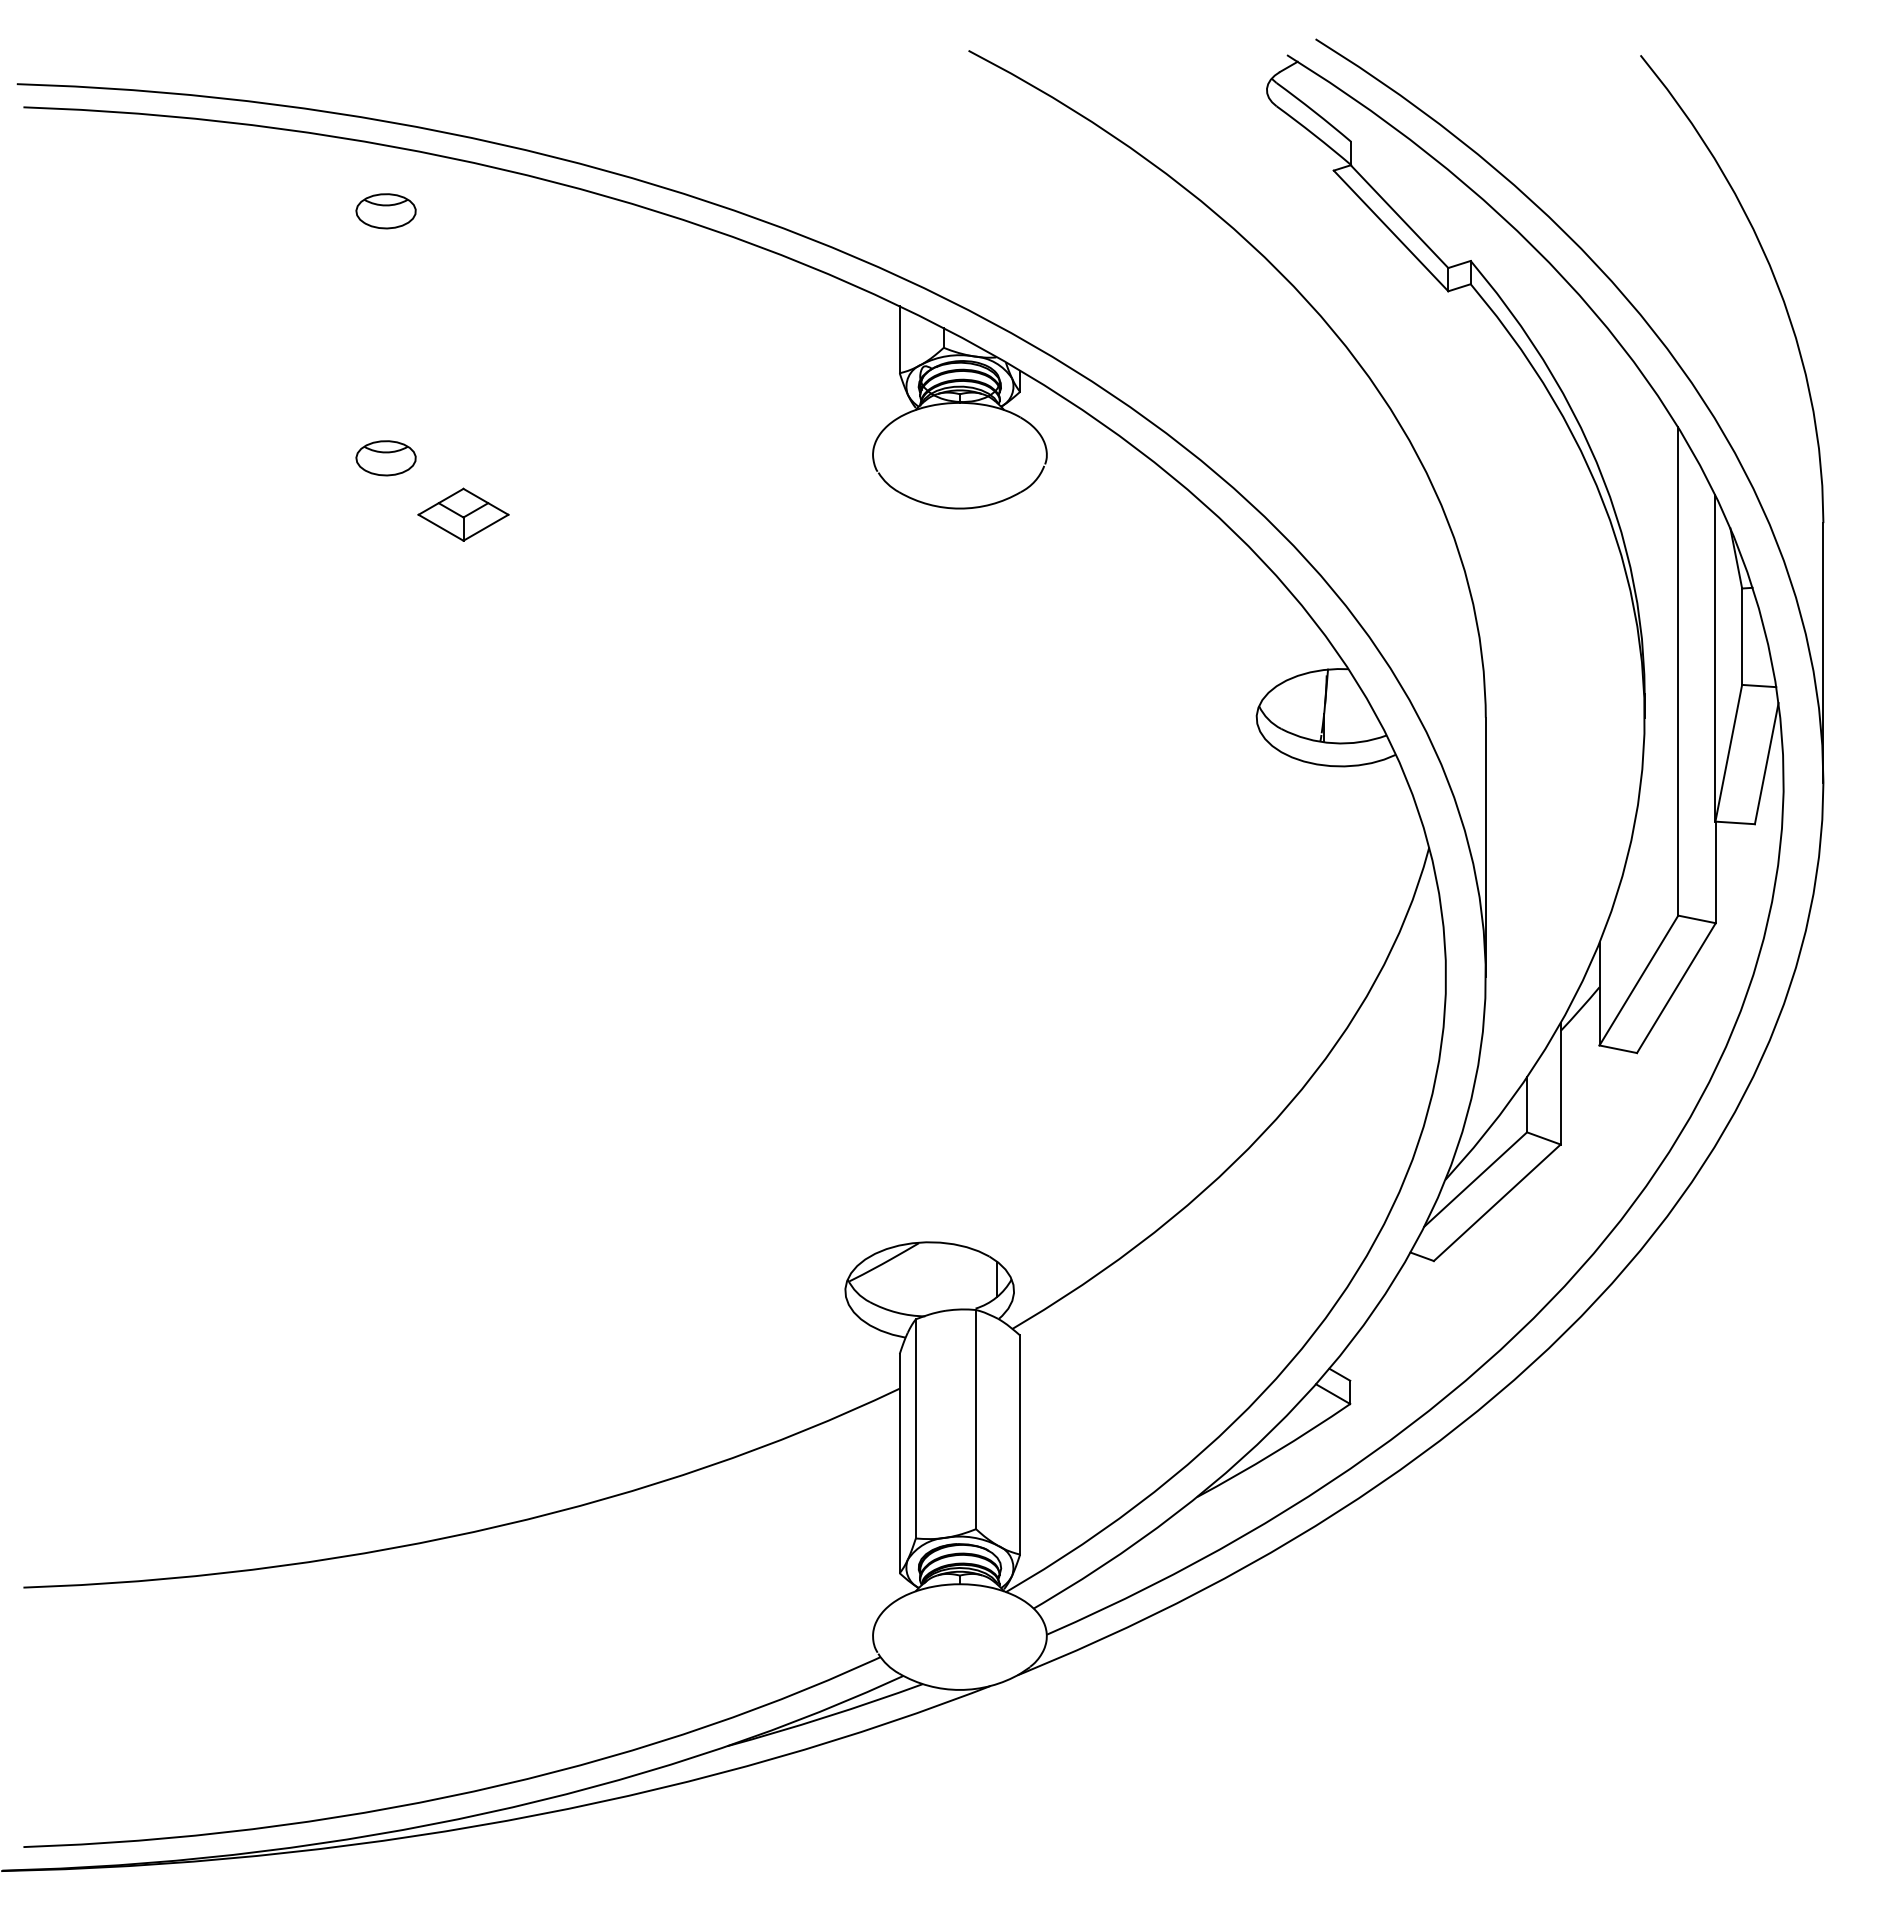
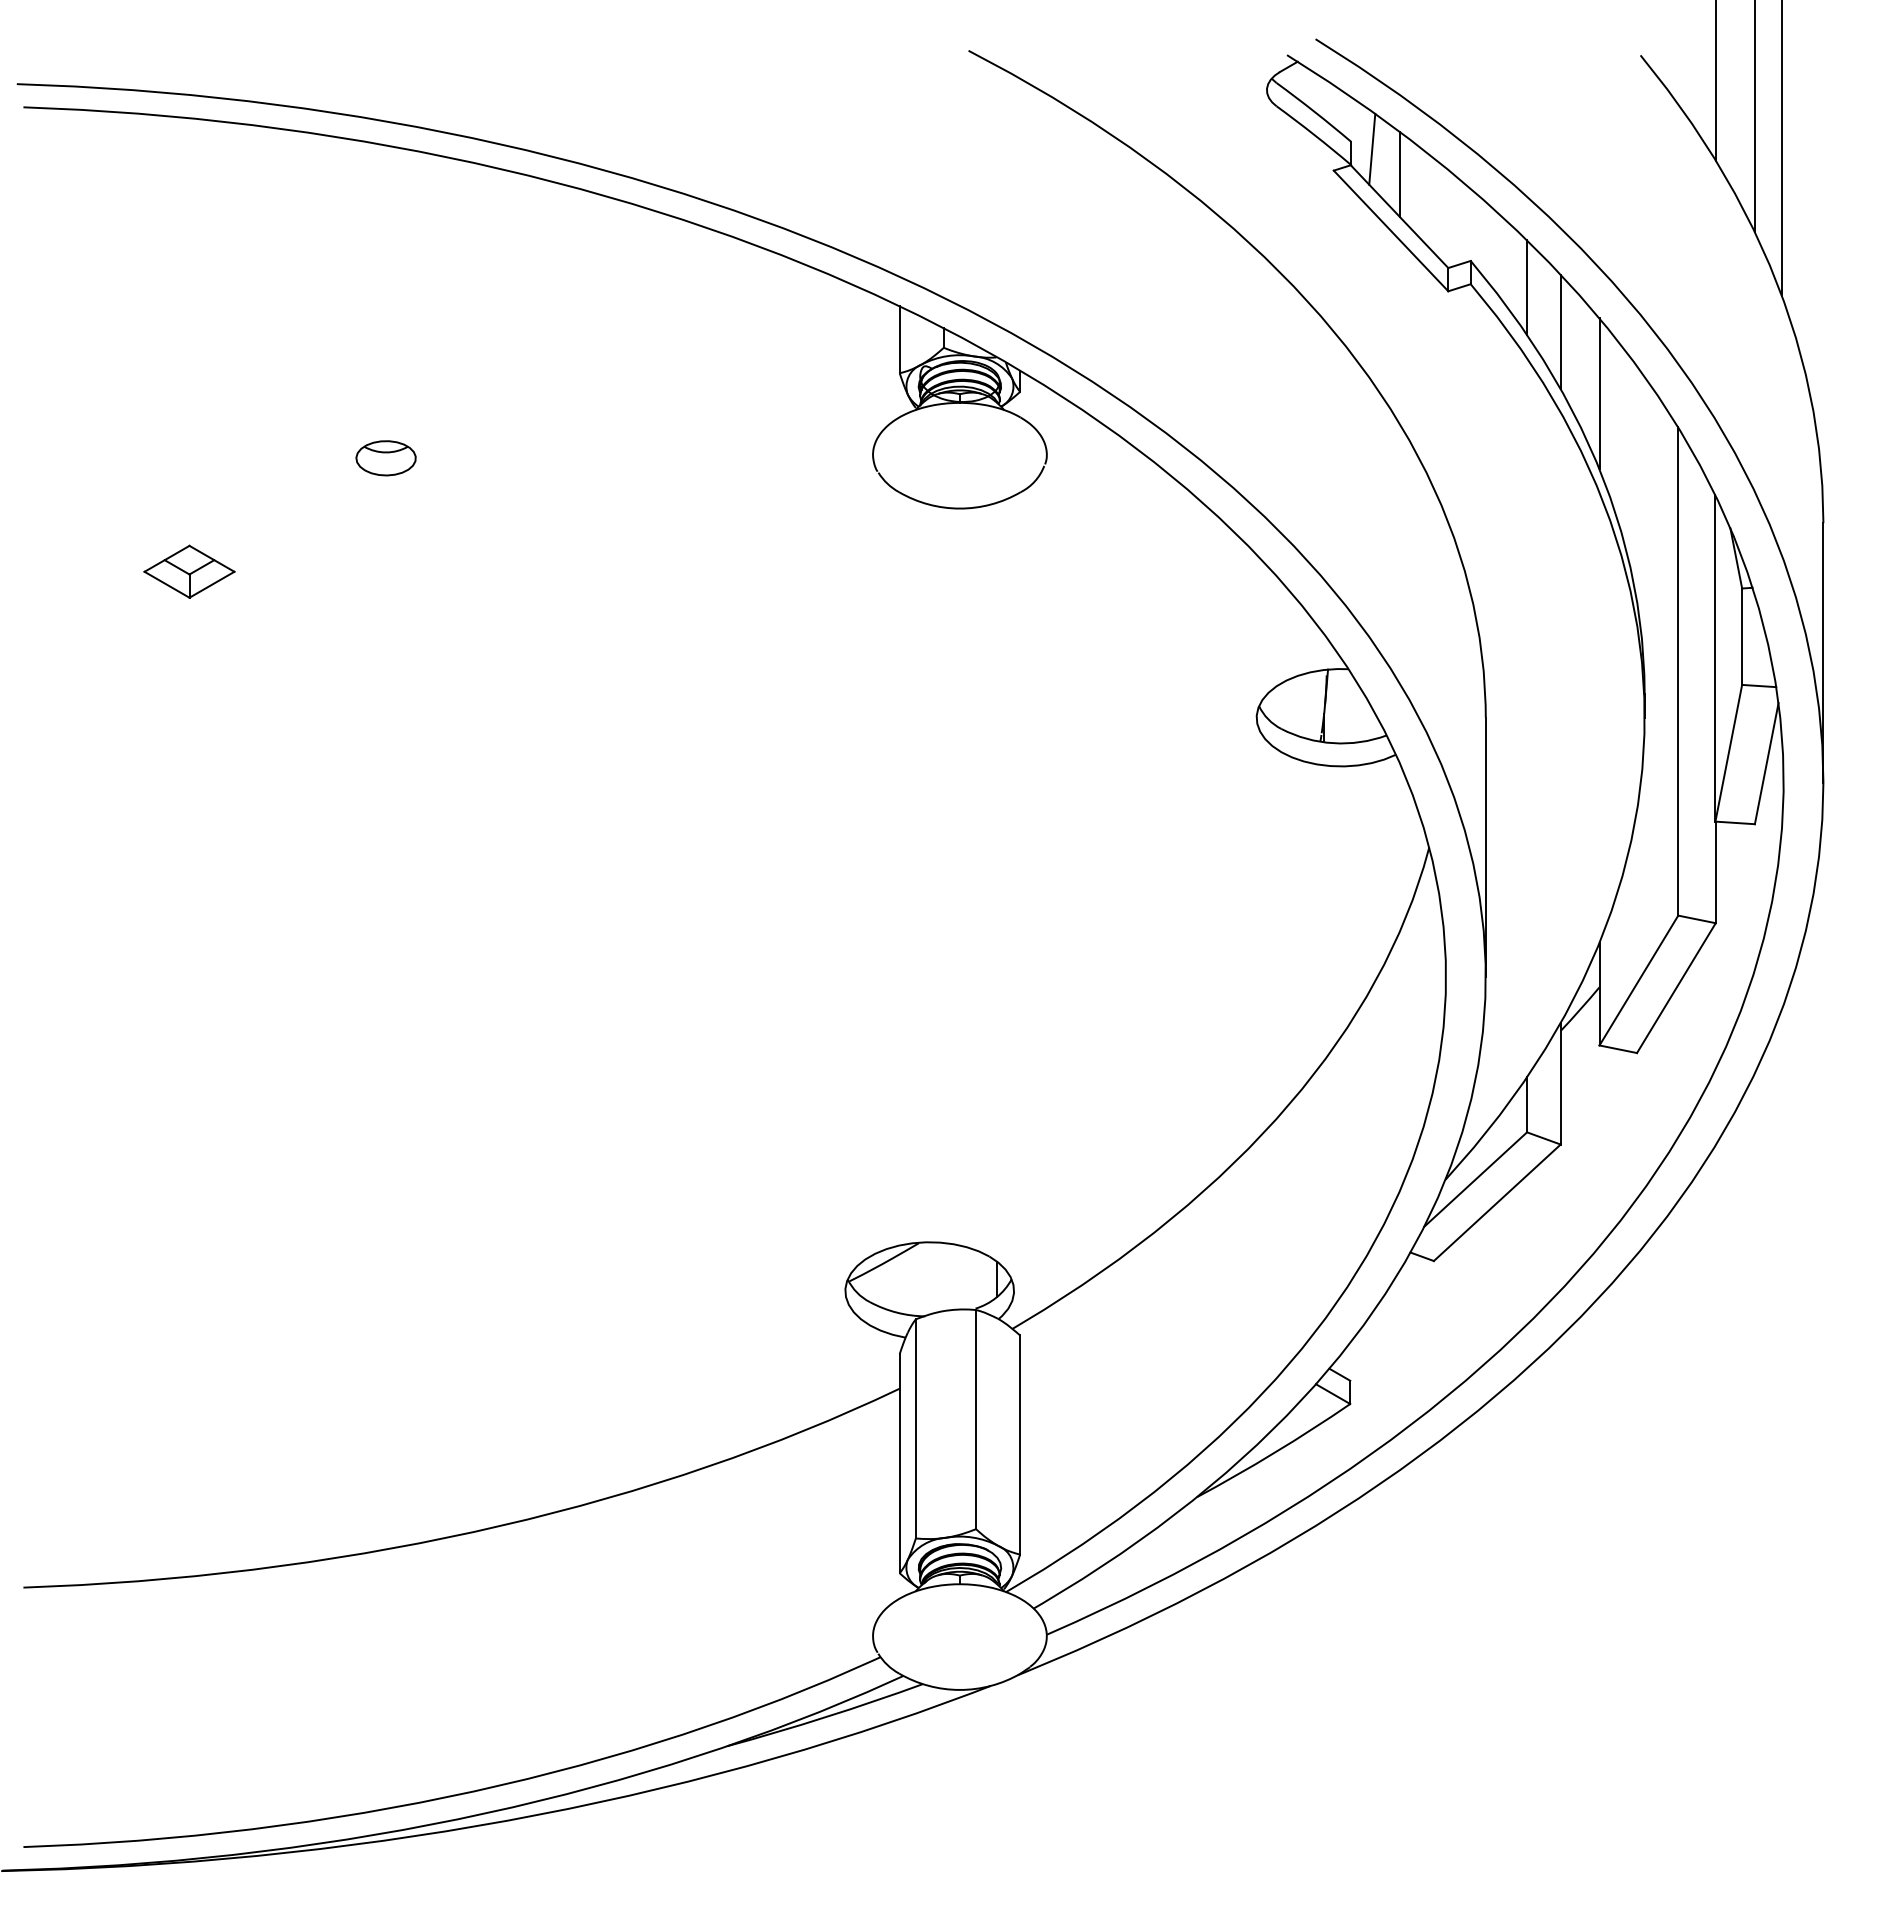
line at (1715, 81): none -> present
line at (1754, 117): none -> present
line at (1372, 148): none -> present
line at (1781, 148): none -> present
line at (1400, 174): none -> present
part at (385, 211): present -> none
line at (1527, 287): none -> present
line at (1560, 331): none -> present
line at (1599, 393): none -> present
part at (463, 514) position: (463, 514) -> (189, 571)
